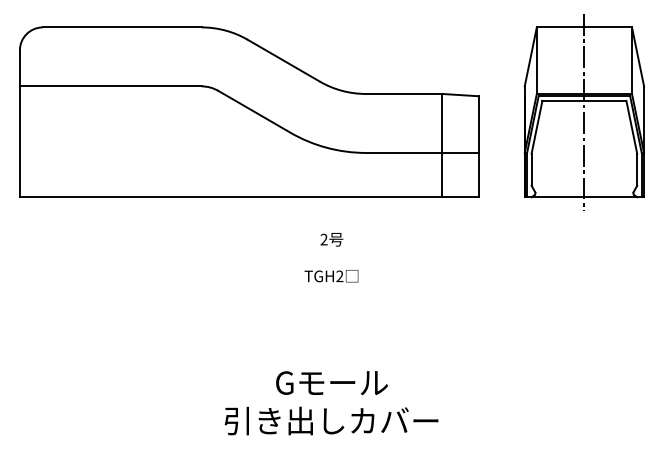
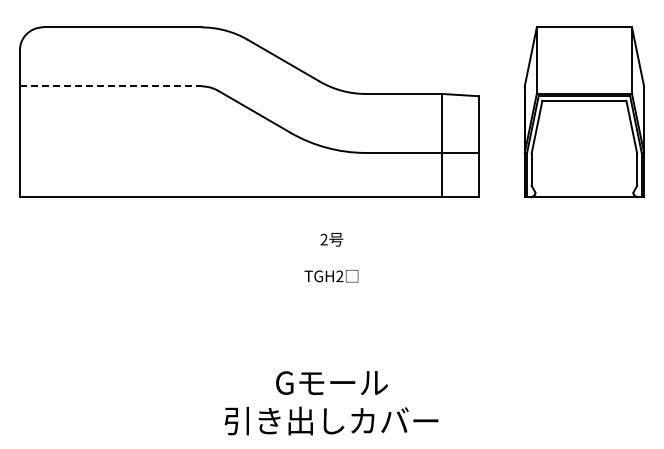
line at (110, 86): solid -> dashed
line at (584, 112): present -> none
